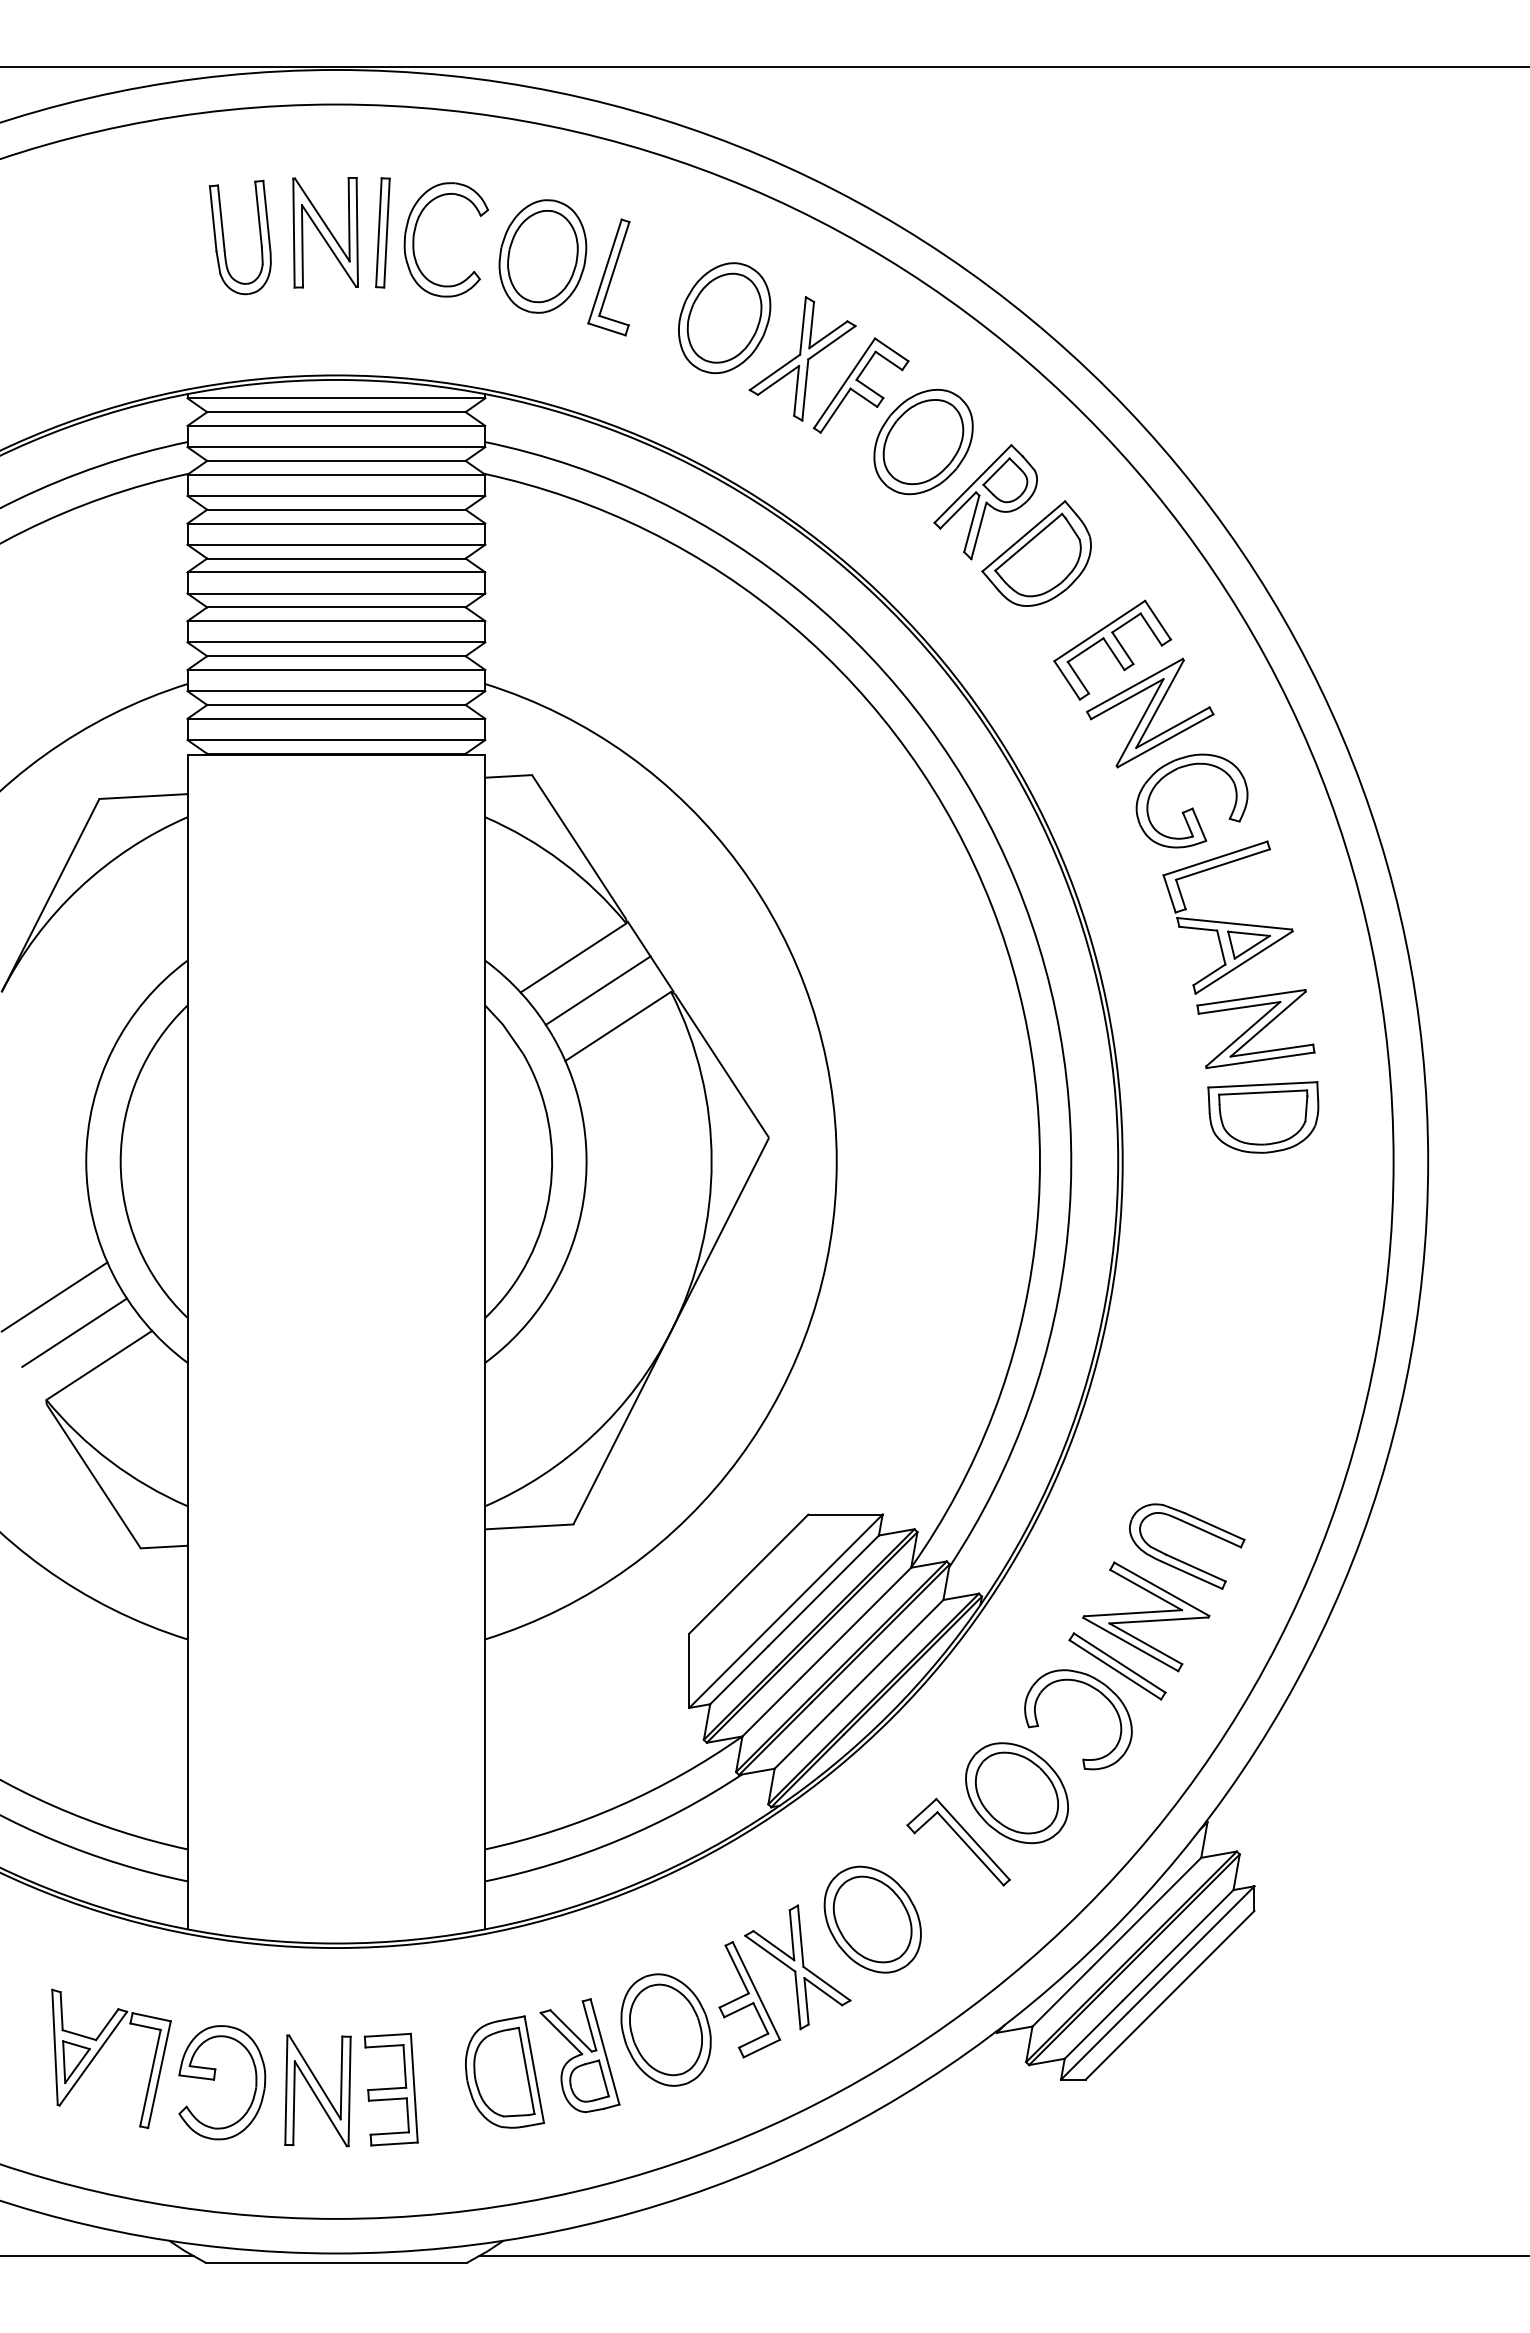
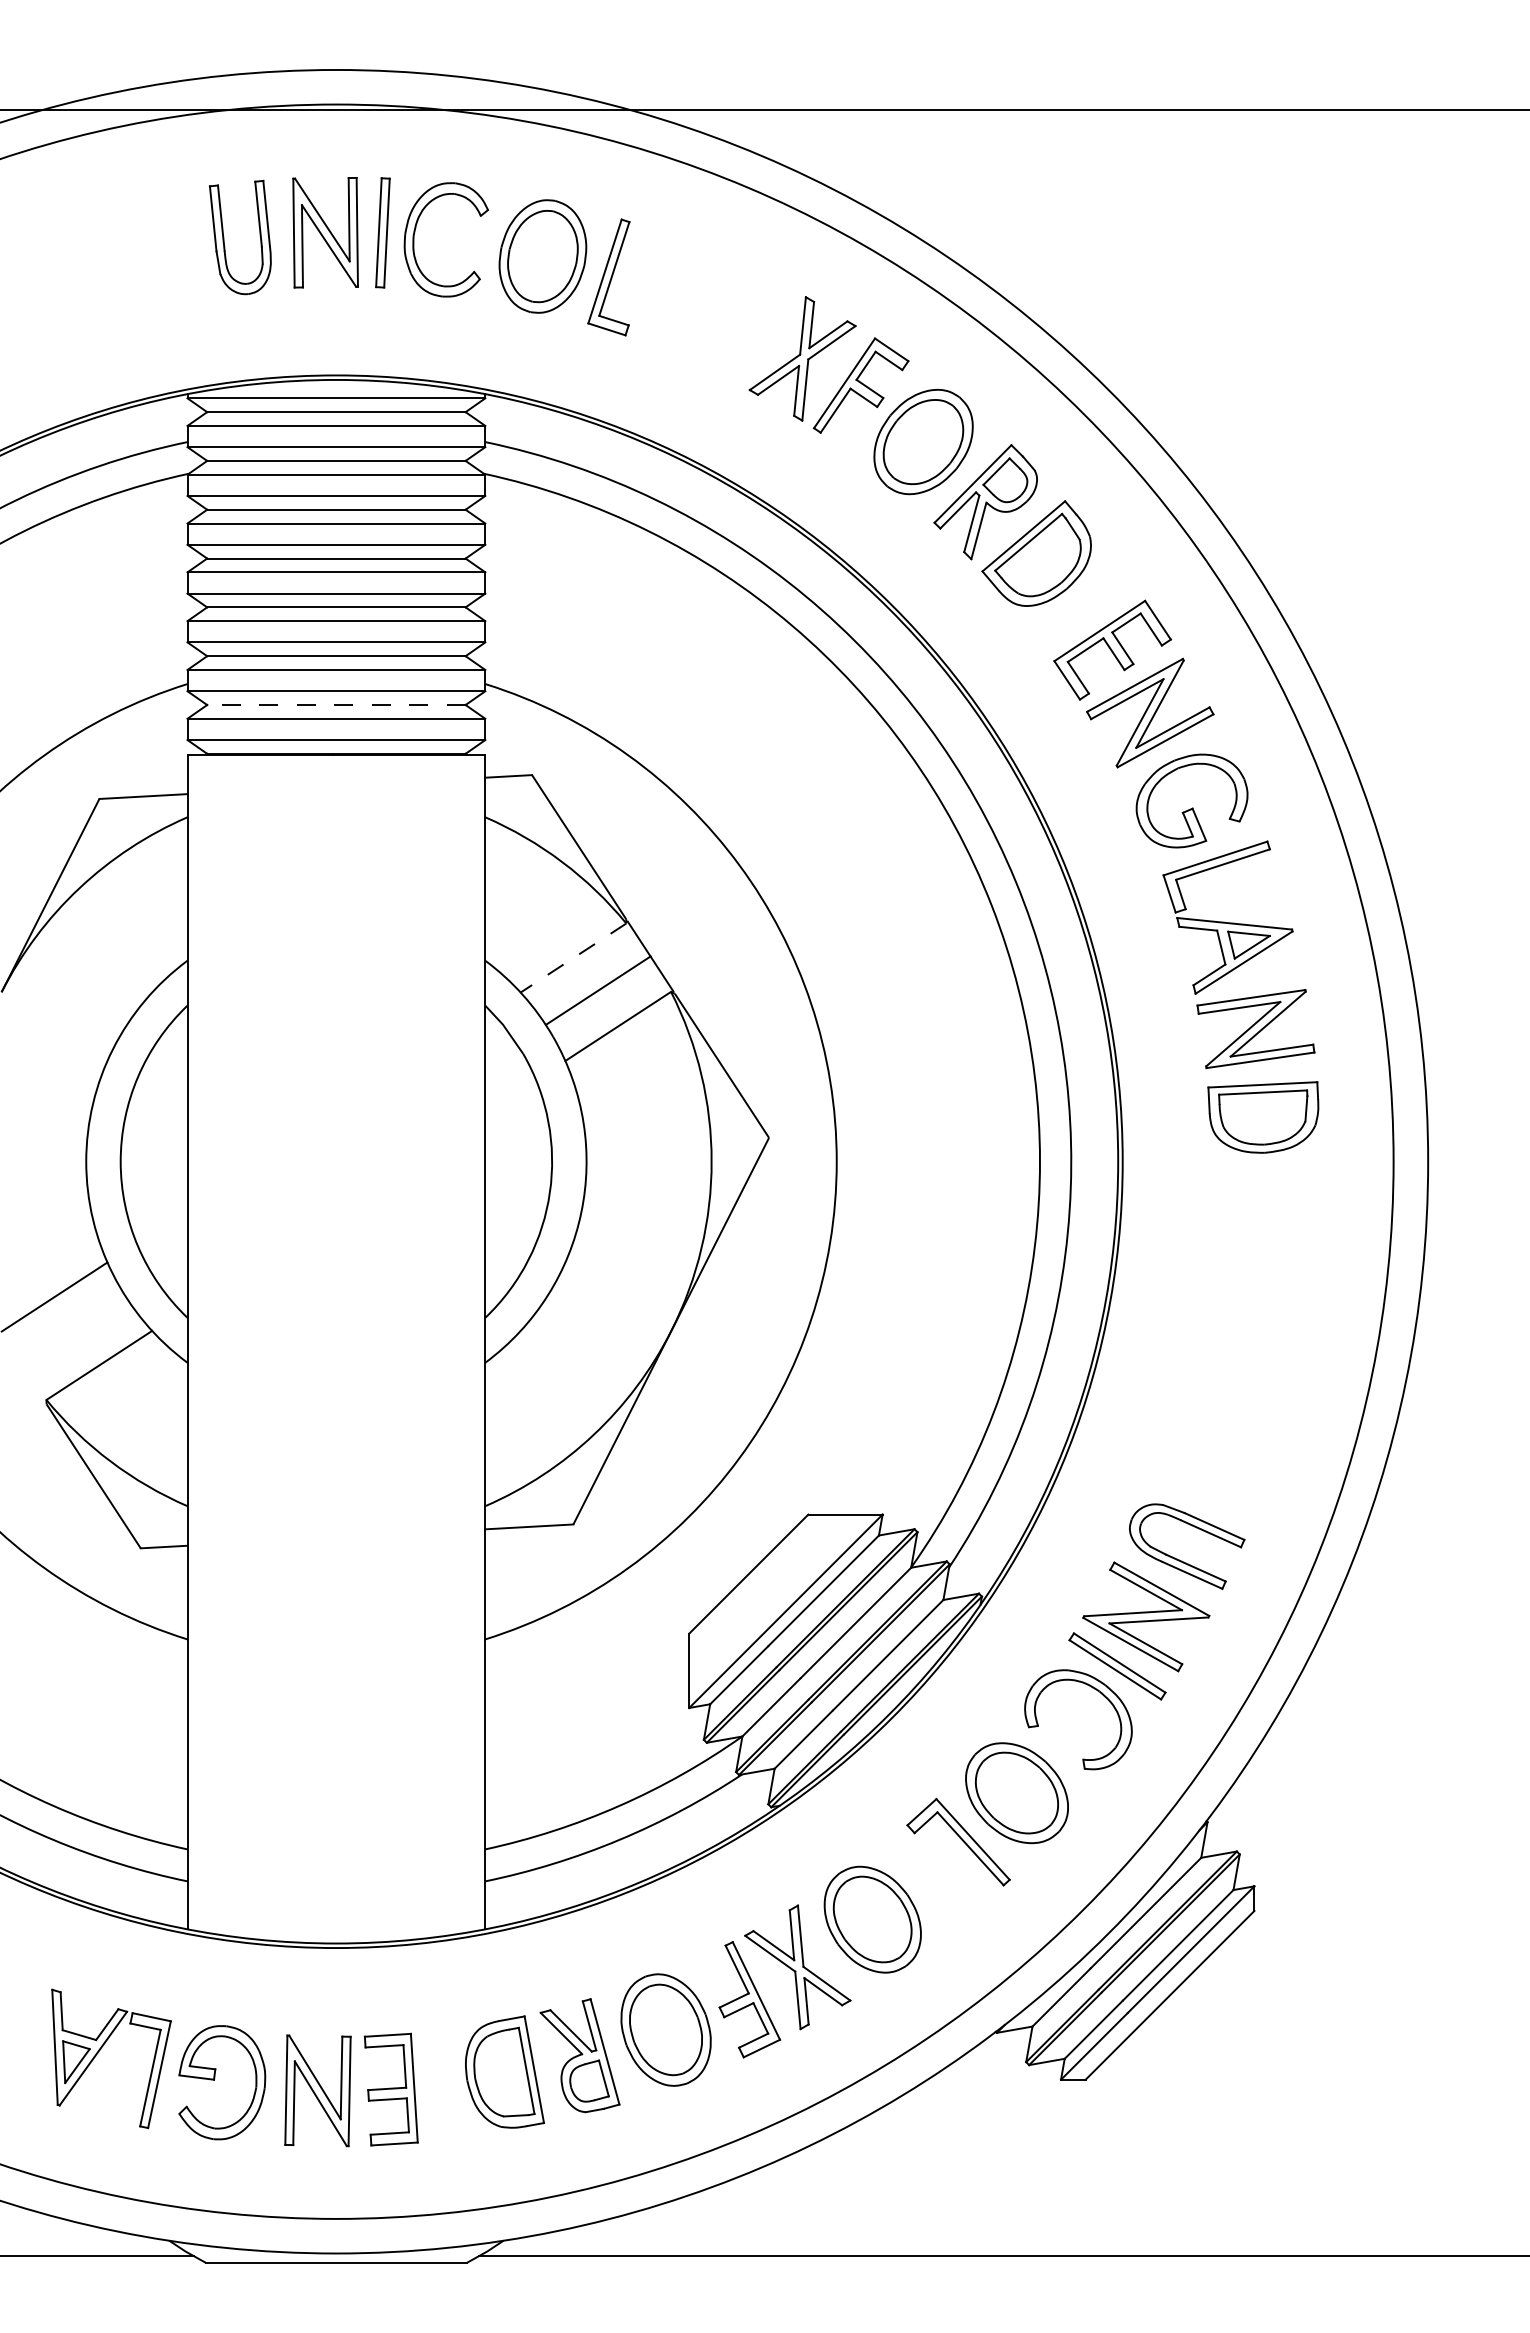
line at (764, 67) position: (764, 67) -> (764, 110)
part at (724, 318): present -> none
line at (335, 705): solid -> dashed
line at (573, 958): solid -> dashed
line at (74, 1332): present -> none
